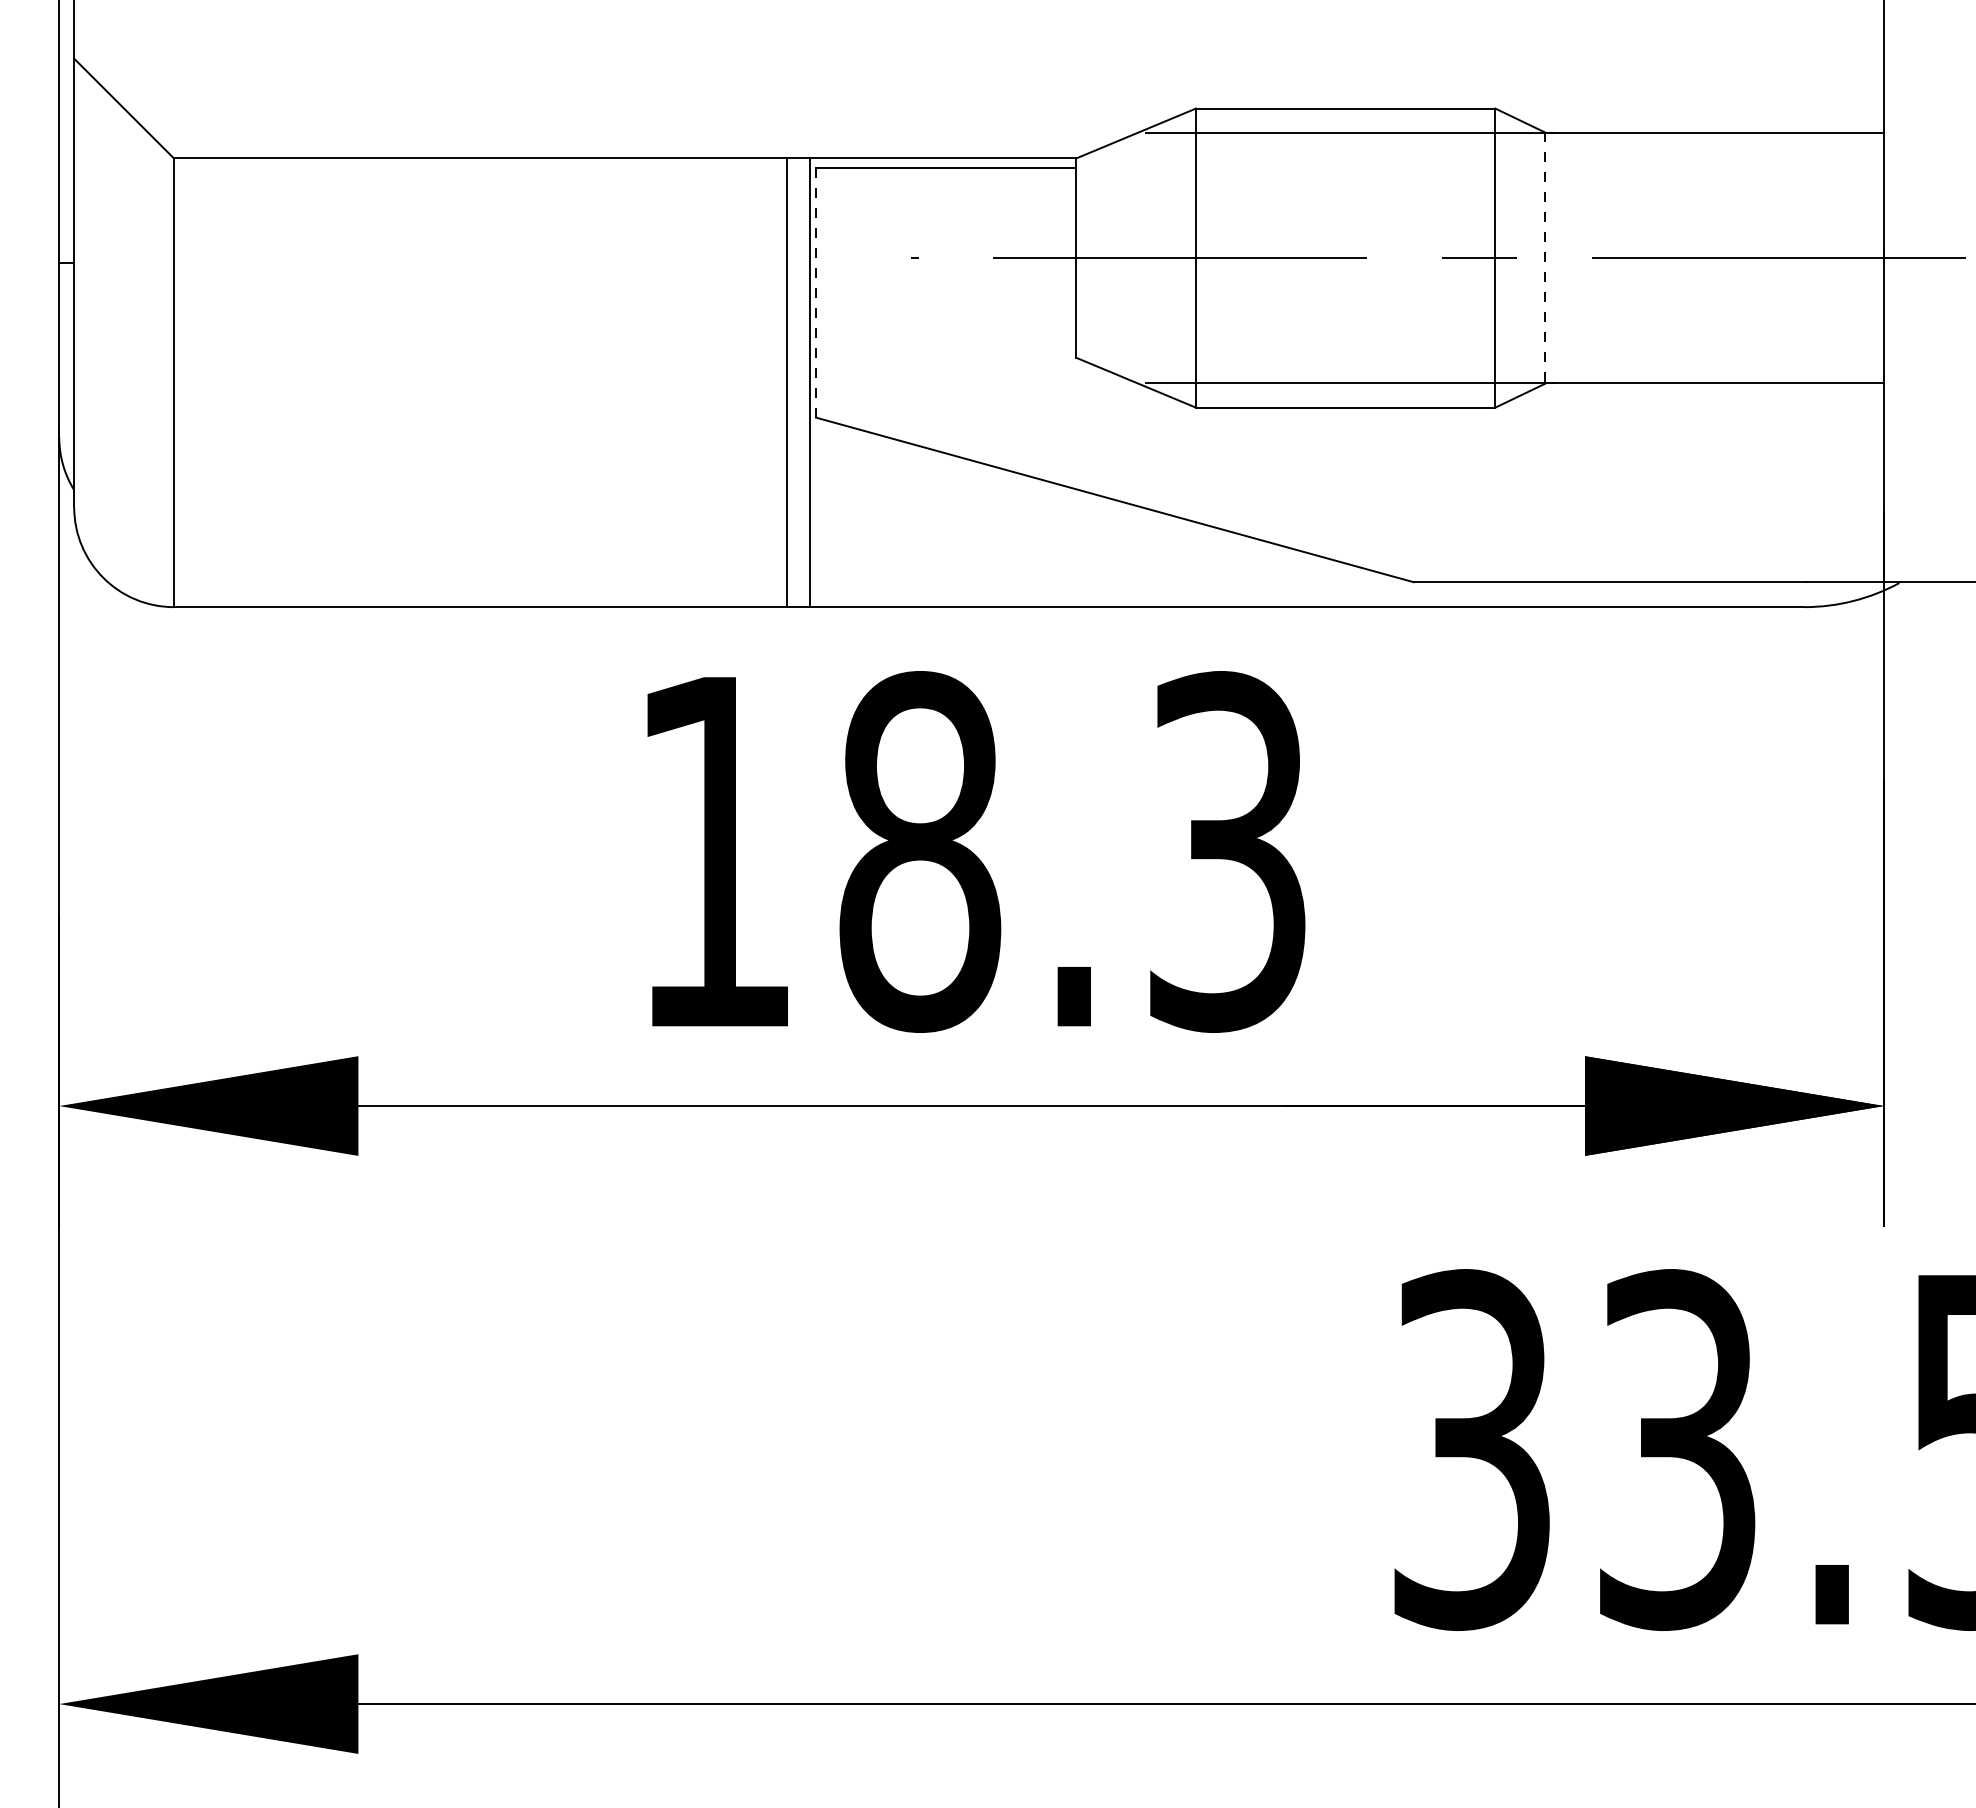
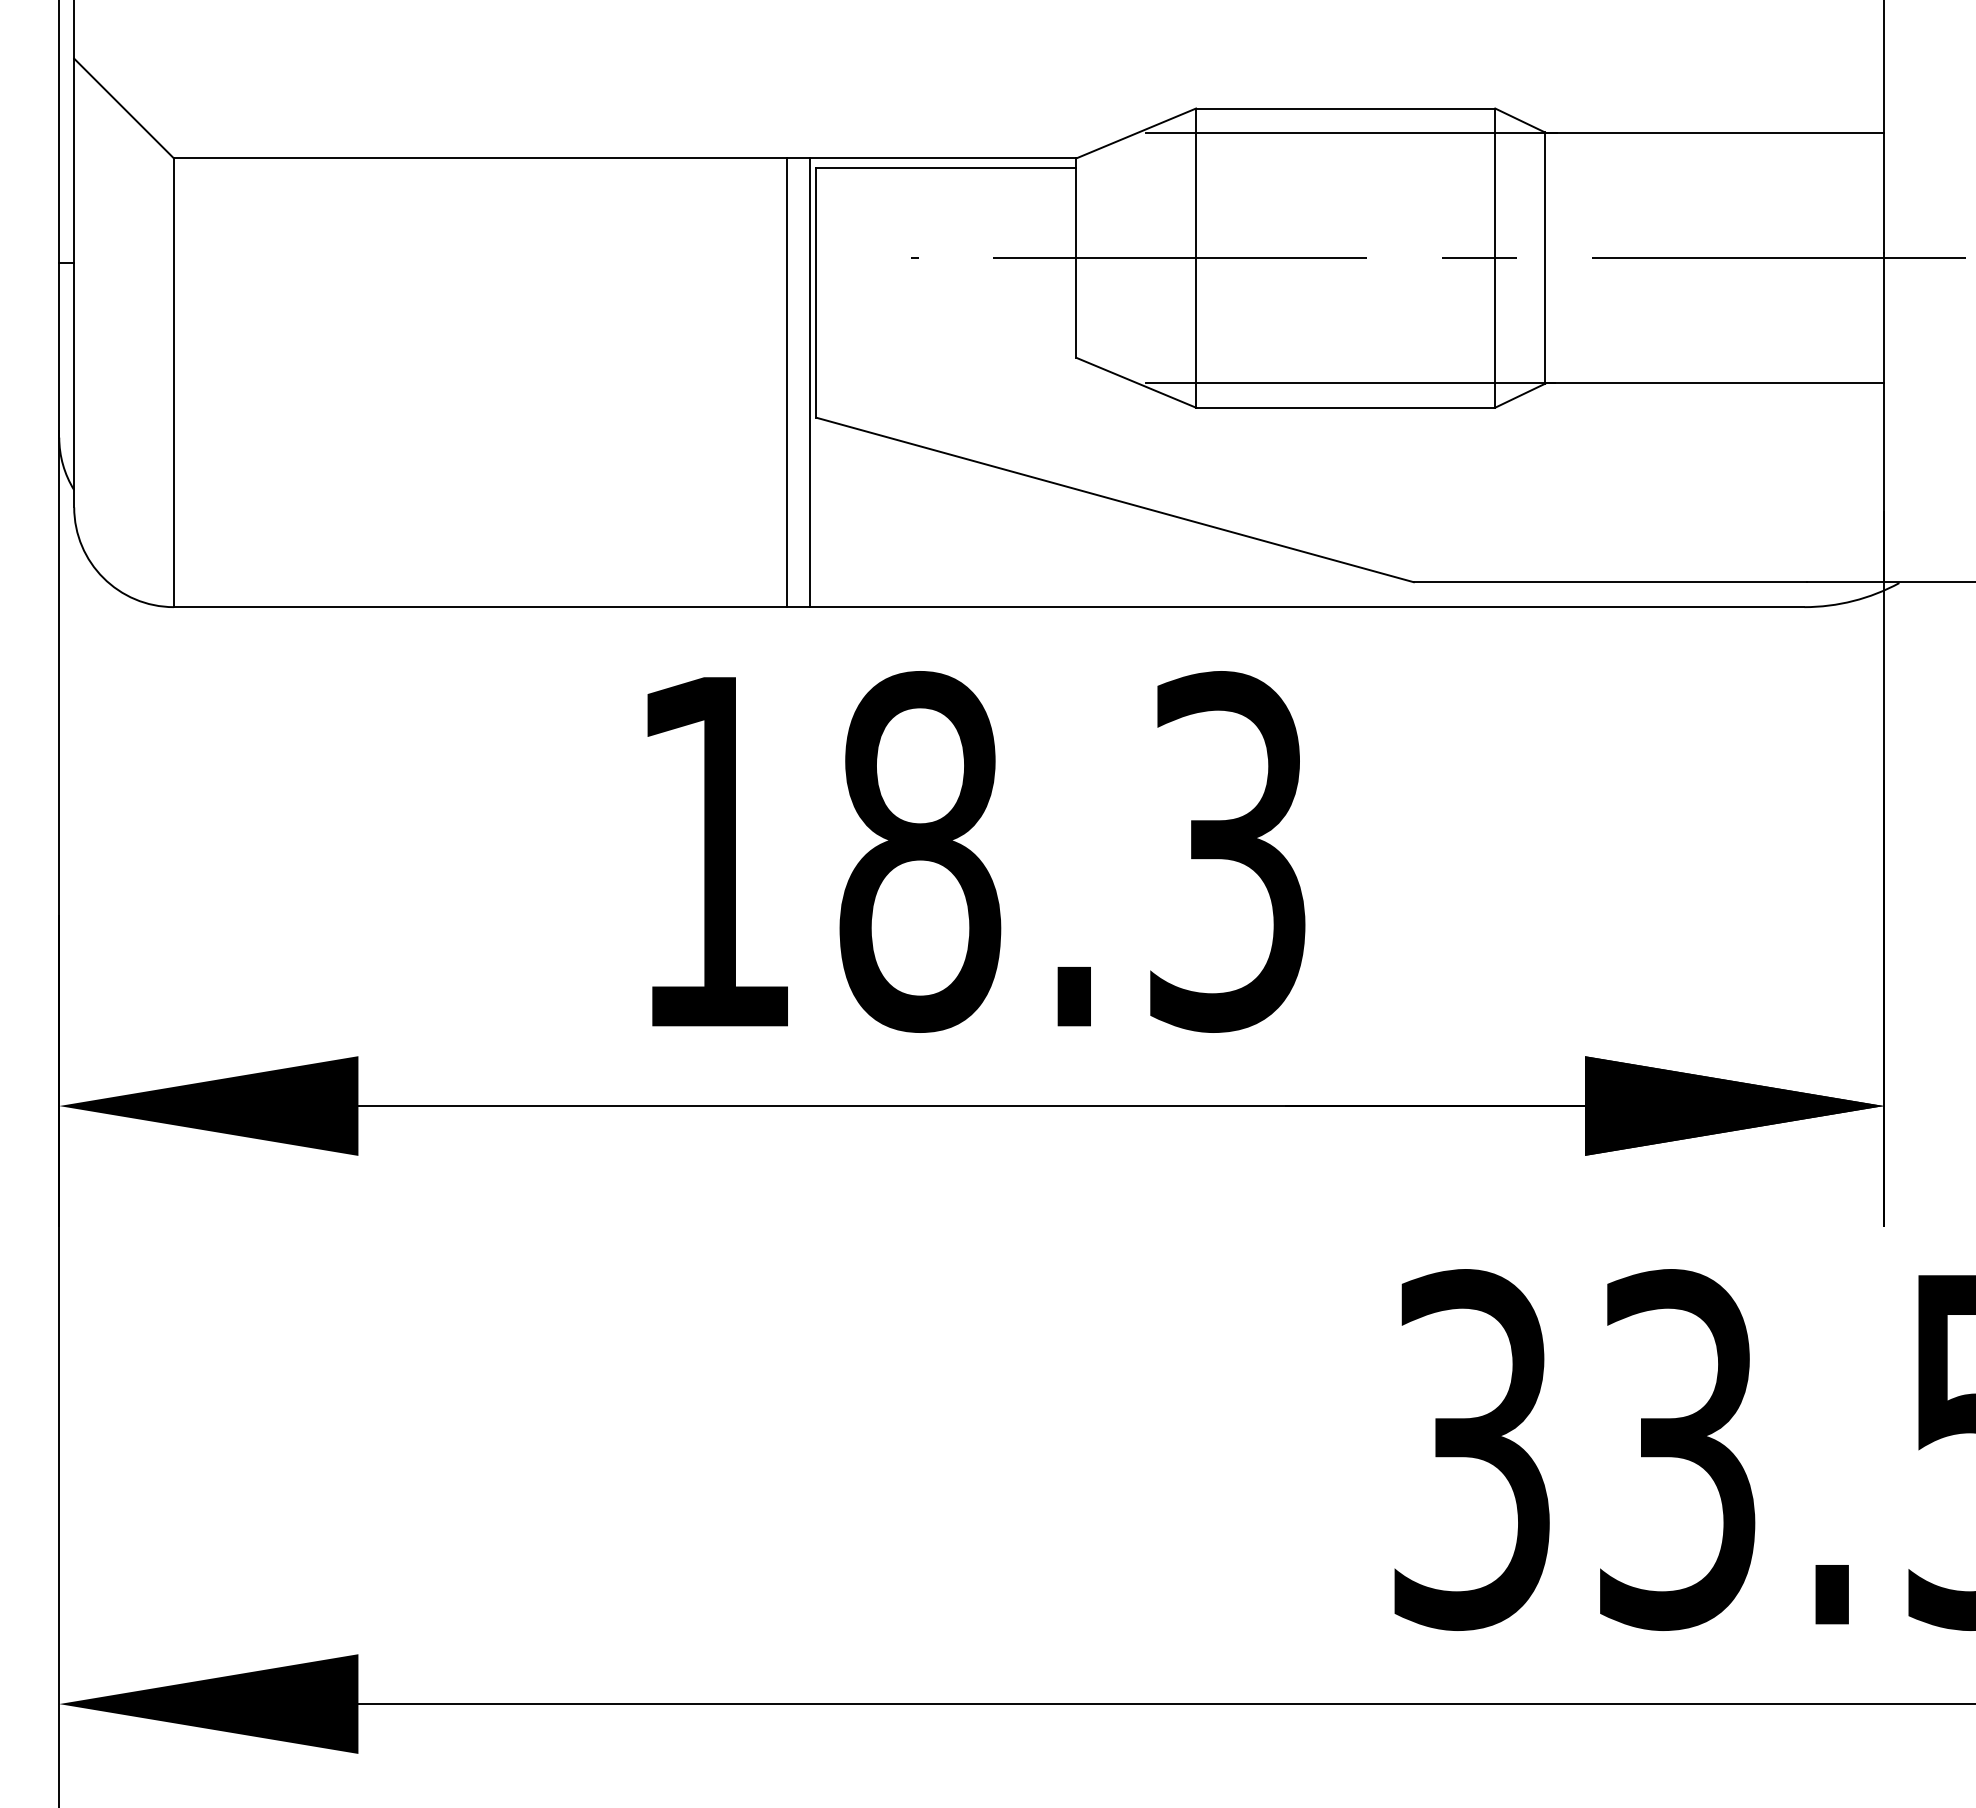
line at (1545, 258): dashed -> solid
line at (816, 293): dashed -> solid
